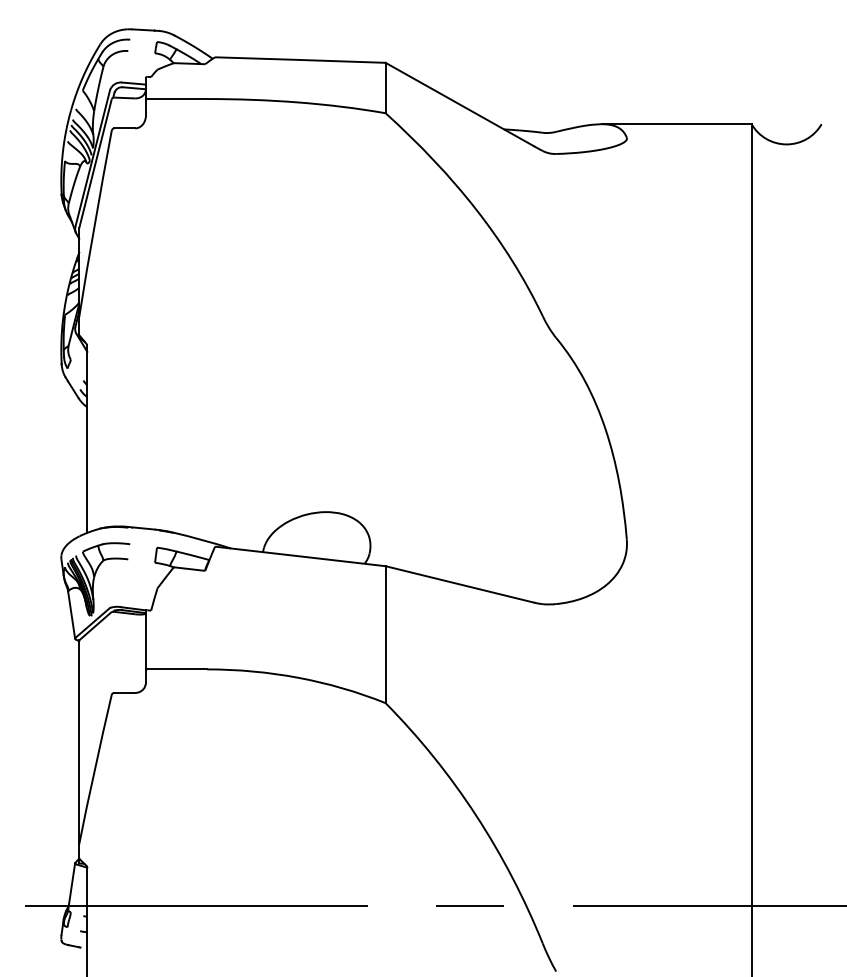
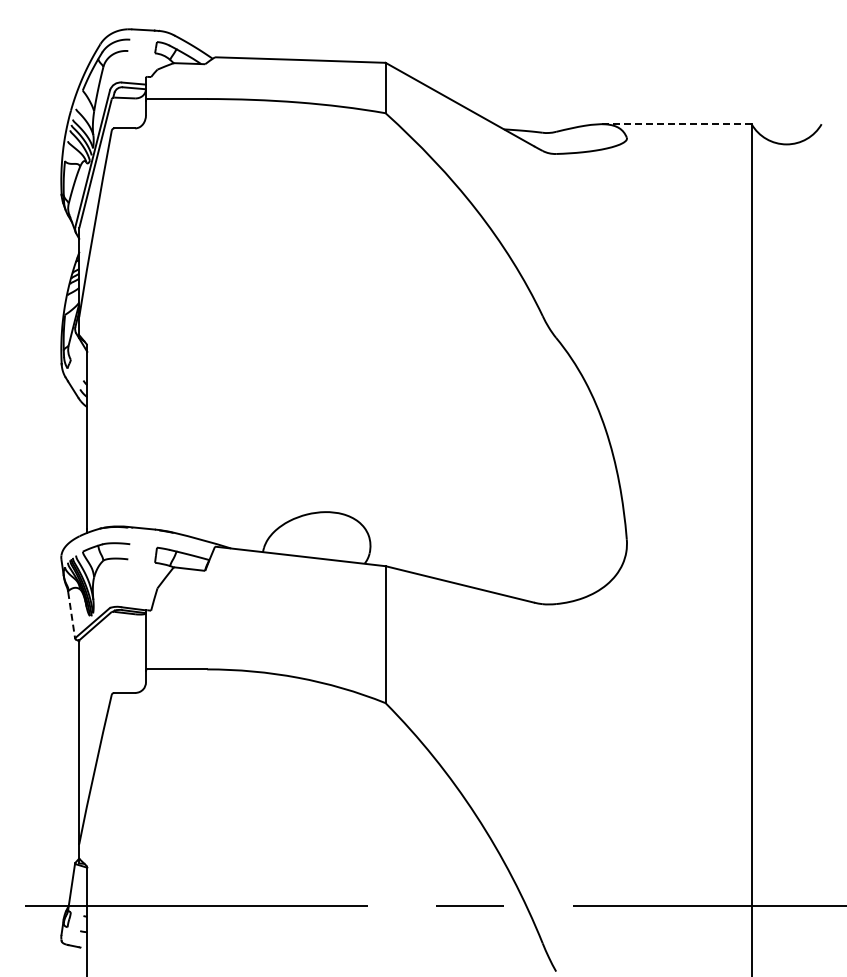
line at (676, 124): solid -> dashed
line at (71, 615): solid -> dashed
